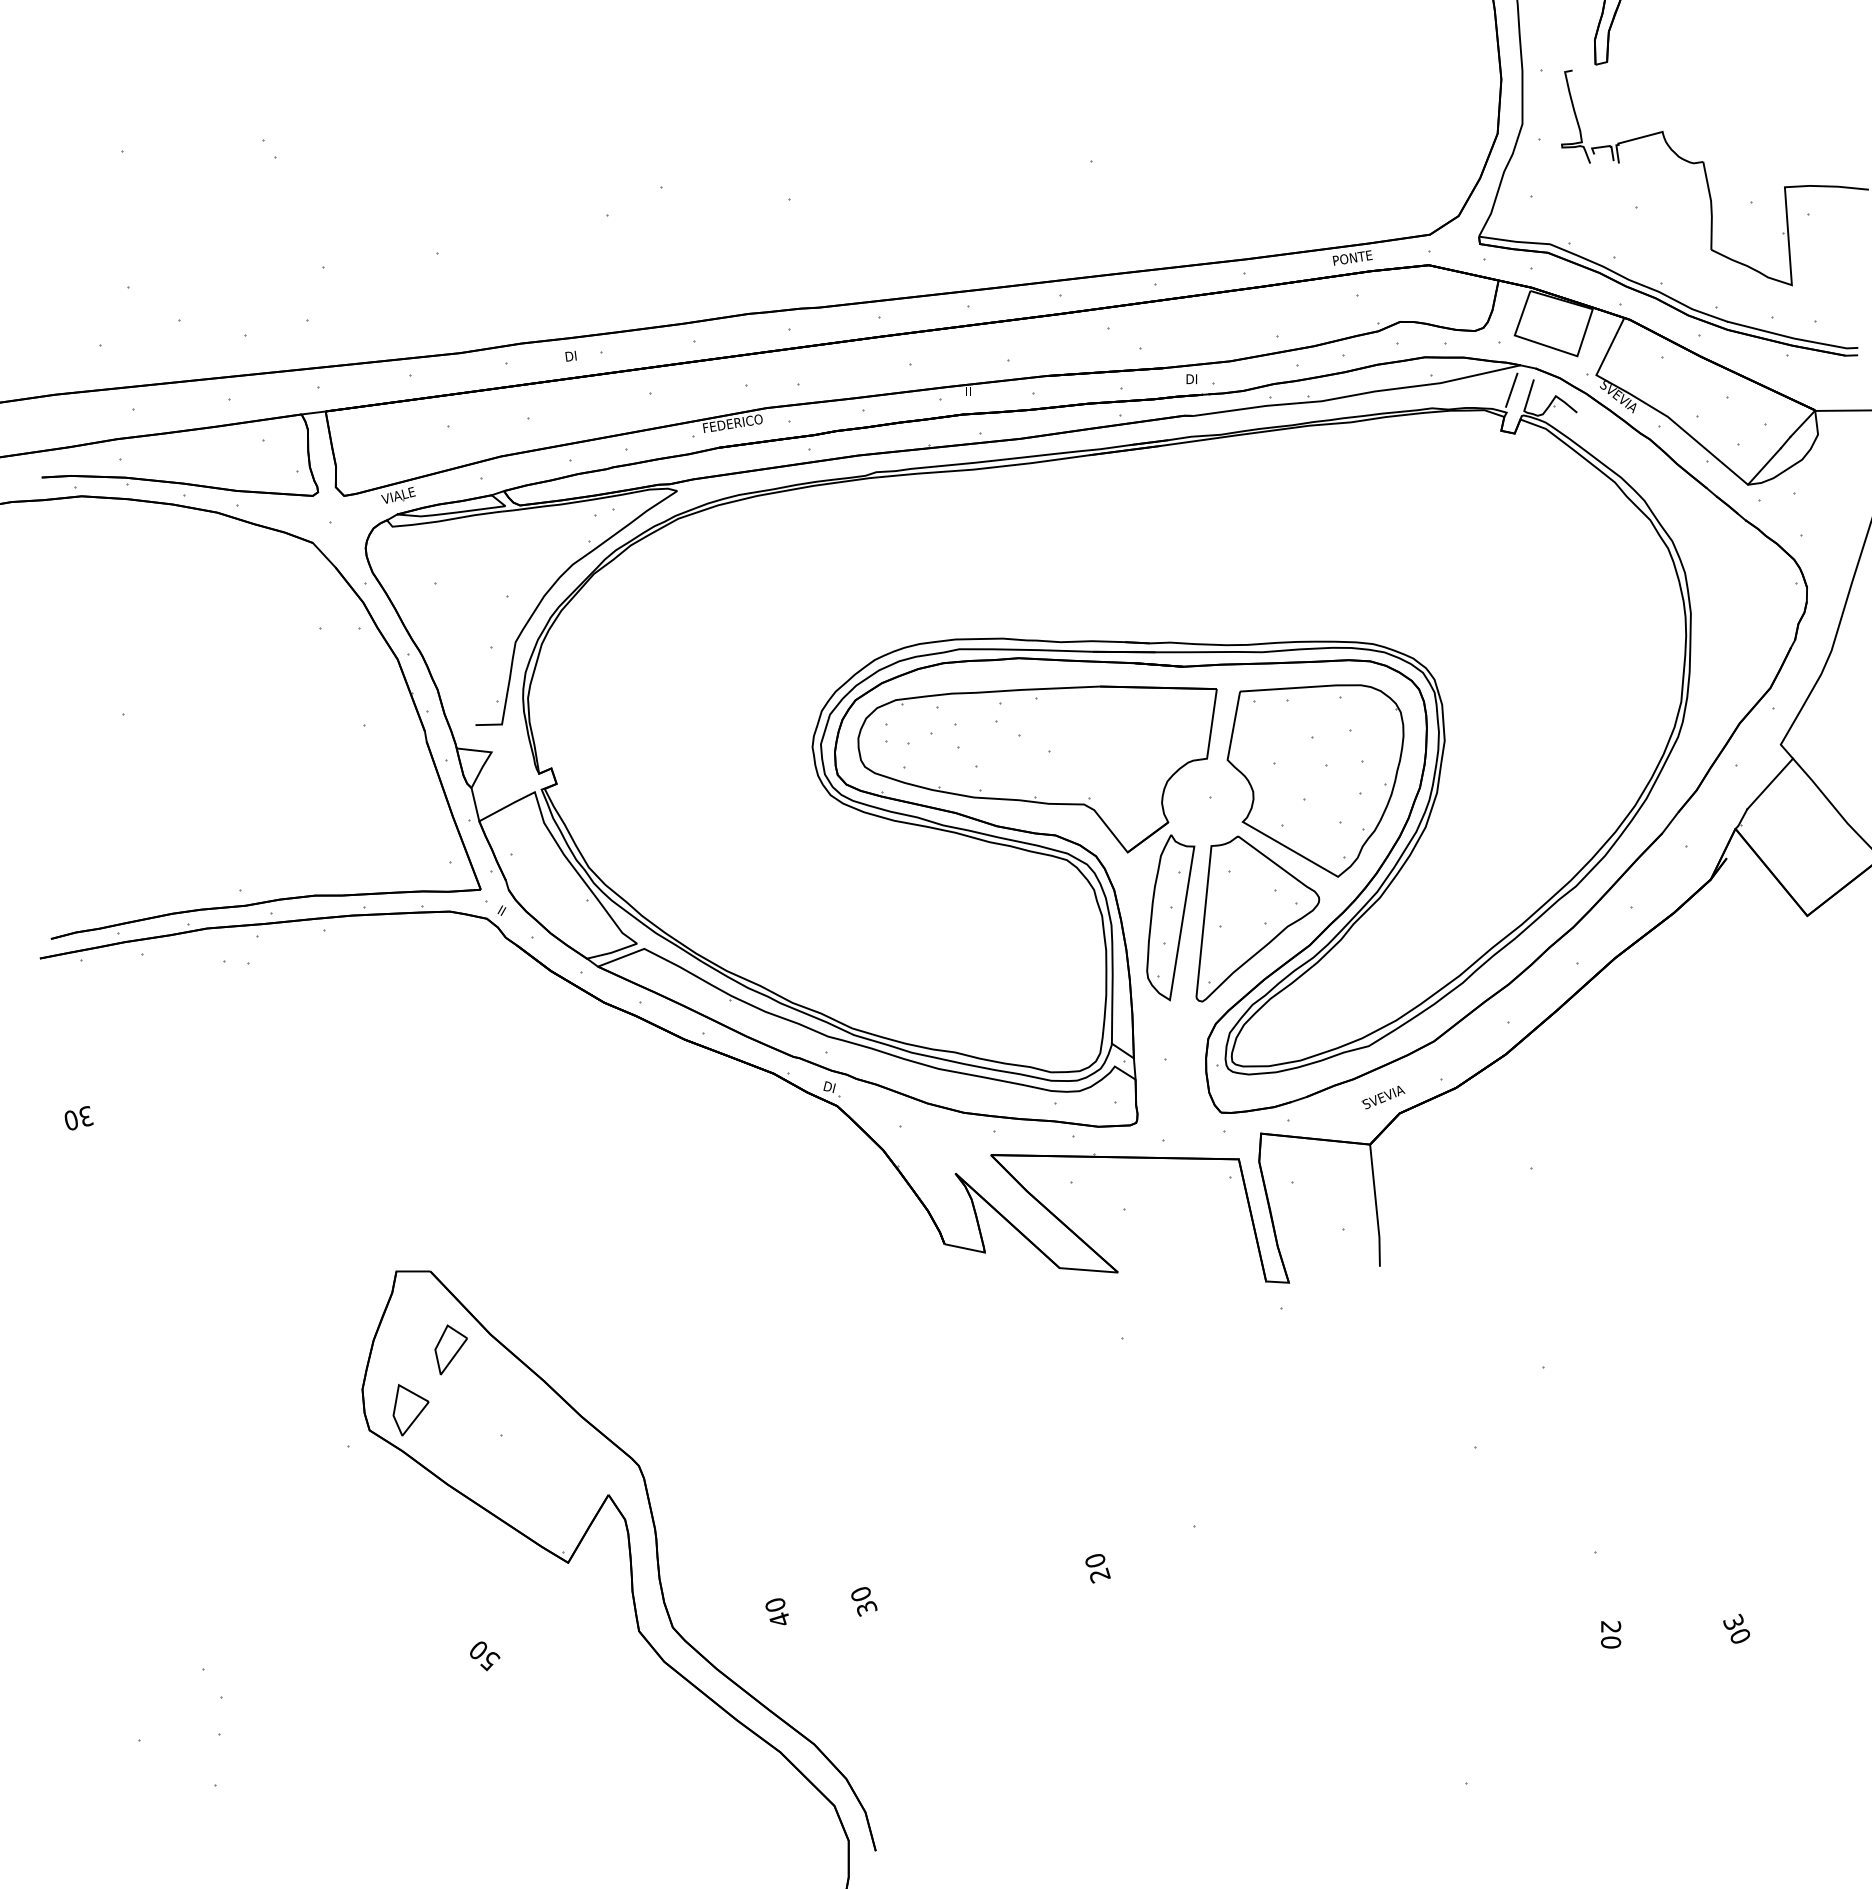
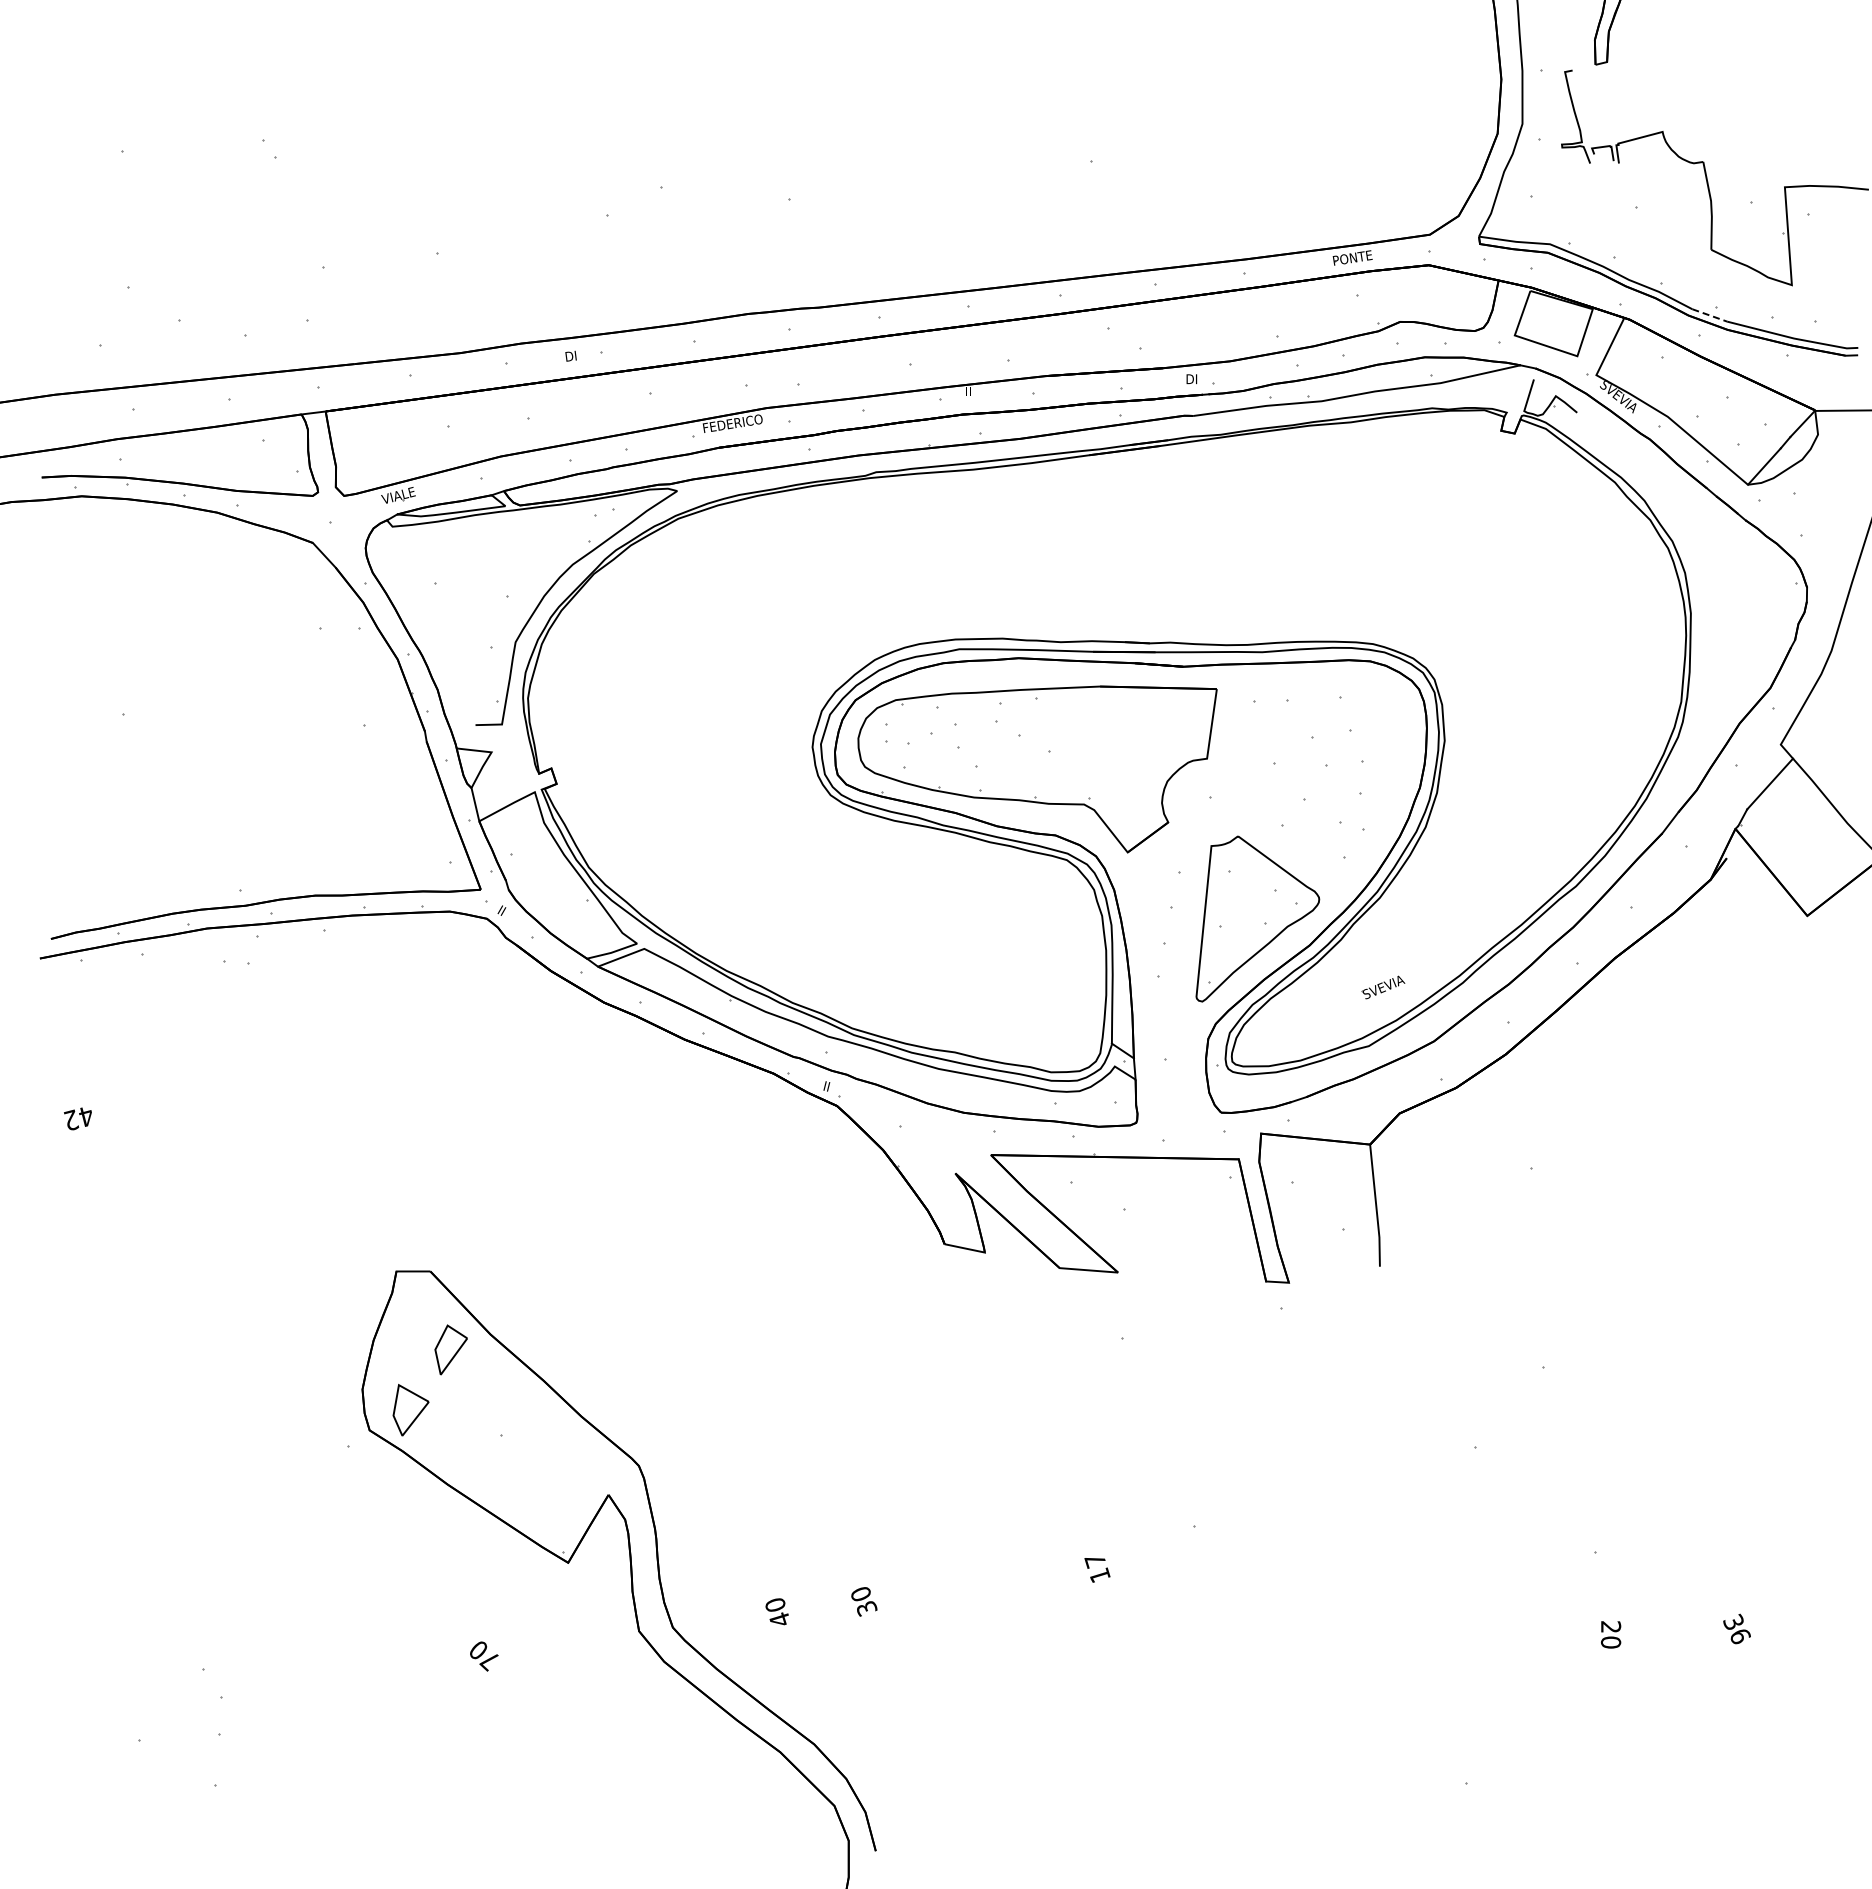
line at (1710, 315): solid -> dashed
line at (1511, 389): present -> none
part at (1315, 780): present -> none
part at (1170, 917): present -> none
text at (829, 1086): DI -> II
part at (1383, 1097) position: (1383, 1097) -> (1383, 987)
text at (78, 1118): 30 -> 42
text at (1097, 1568): 20 -> 17
text at (1740, 1636): 30 -> 36
text at (489, 1661): 50 -> 70
